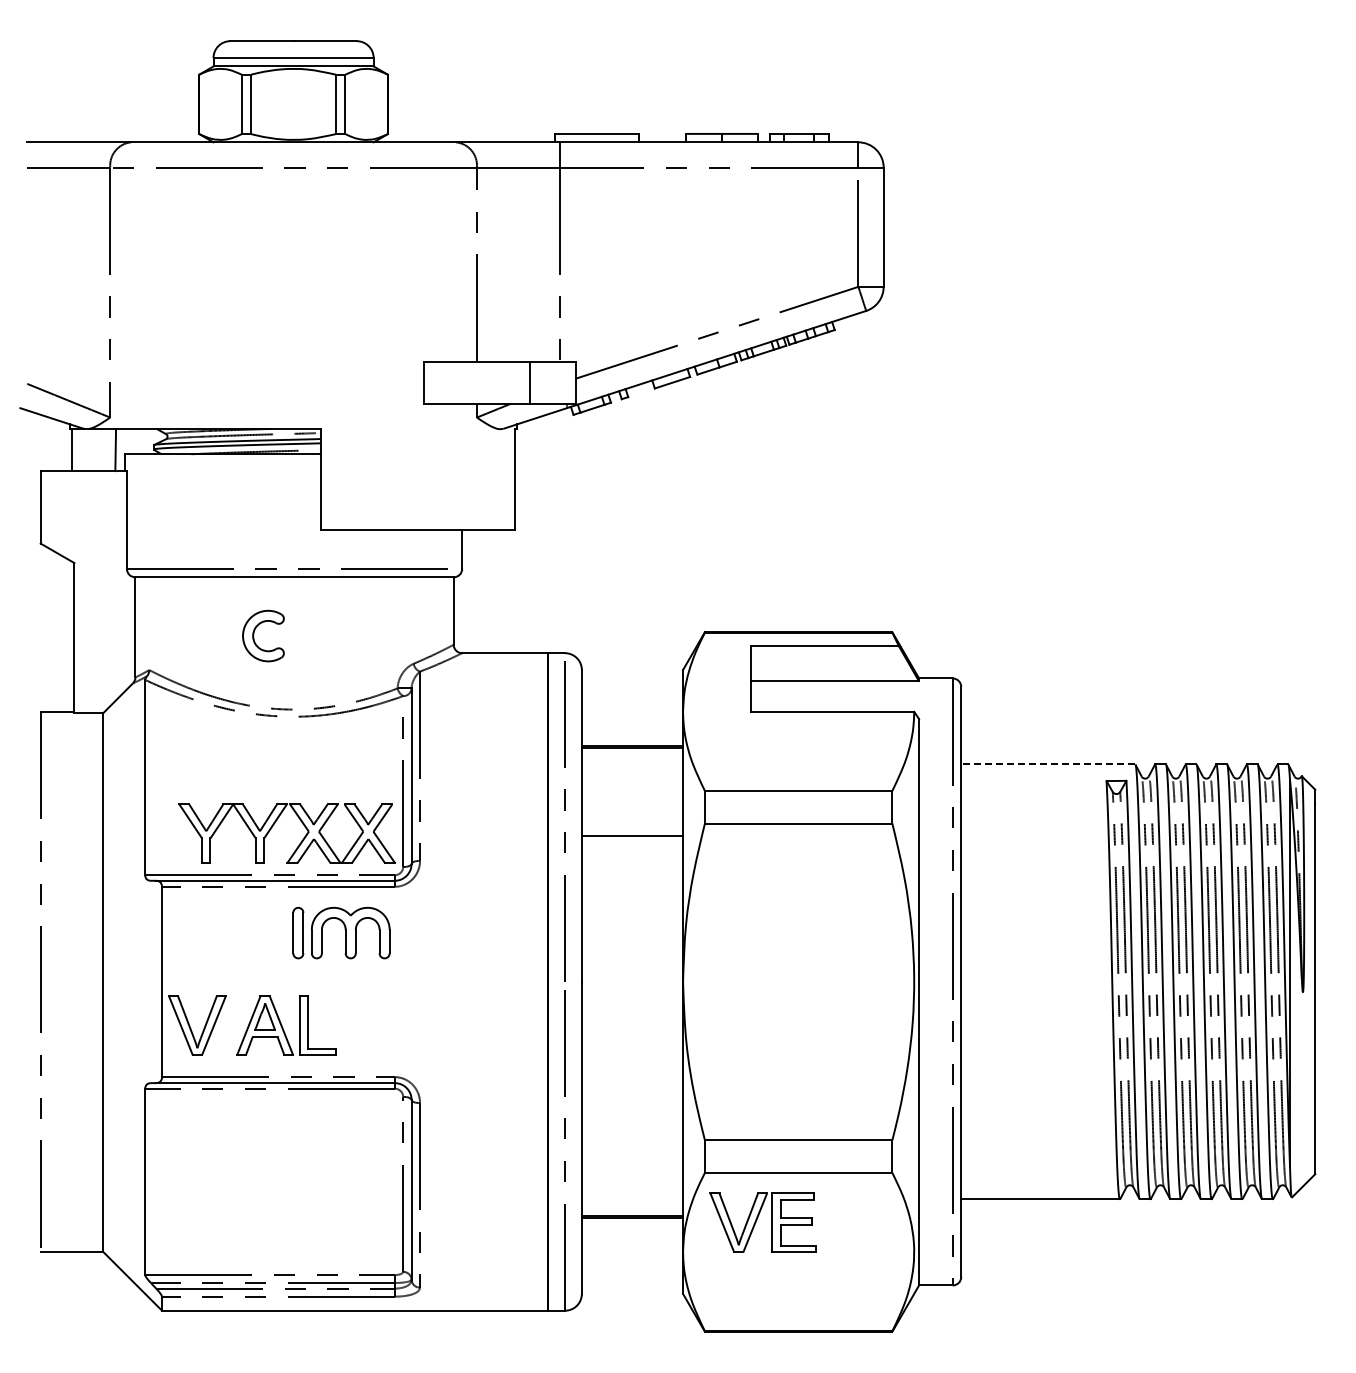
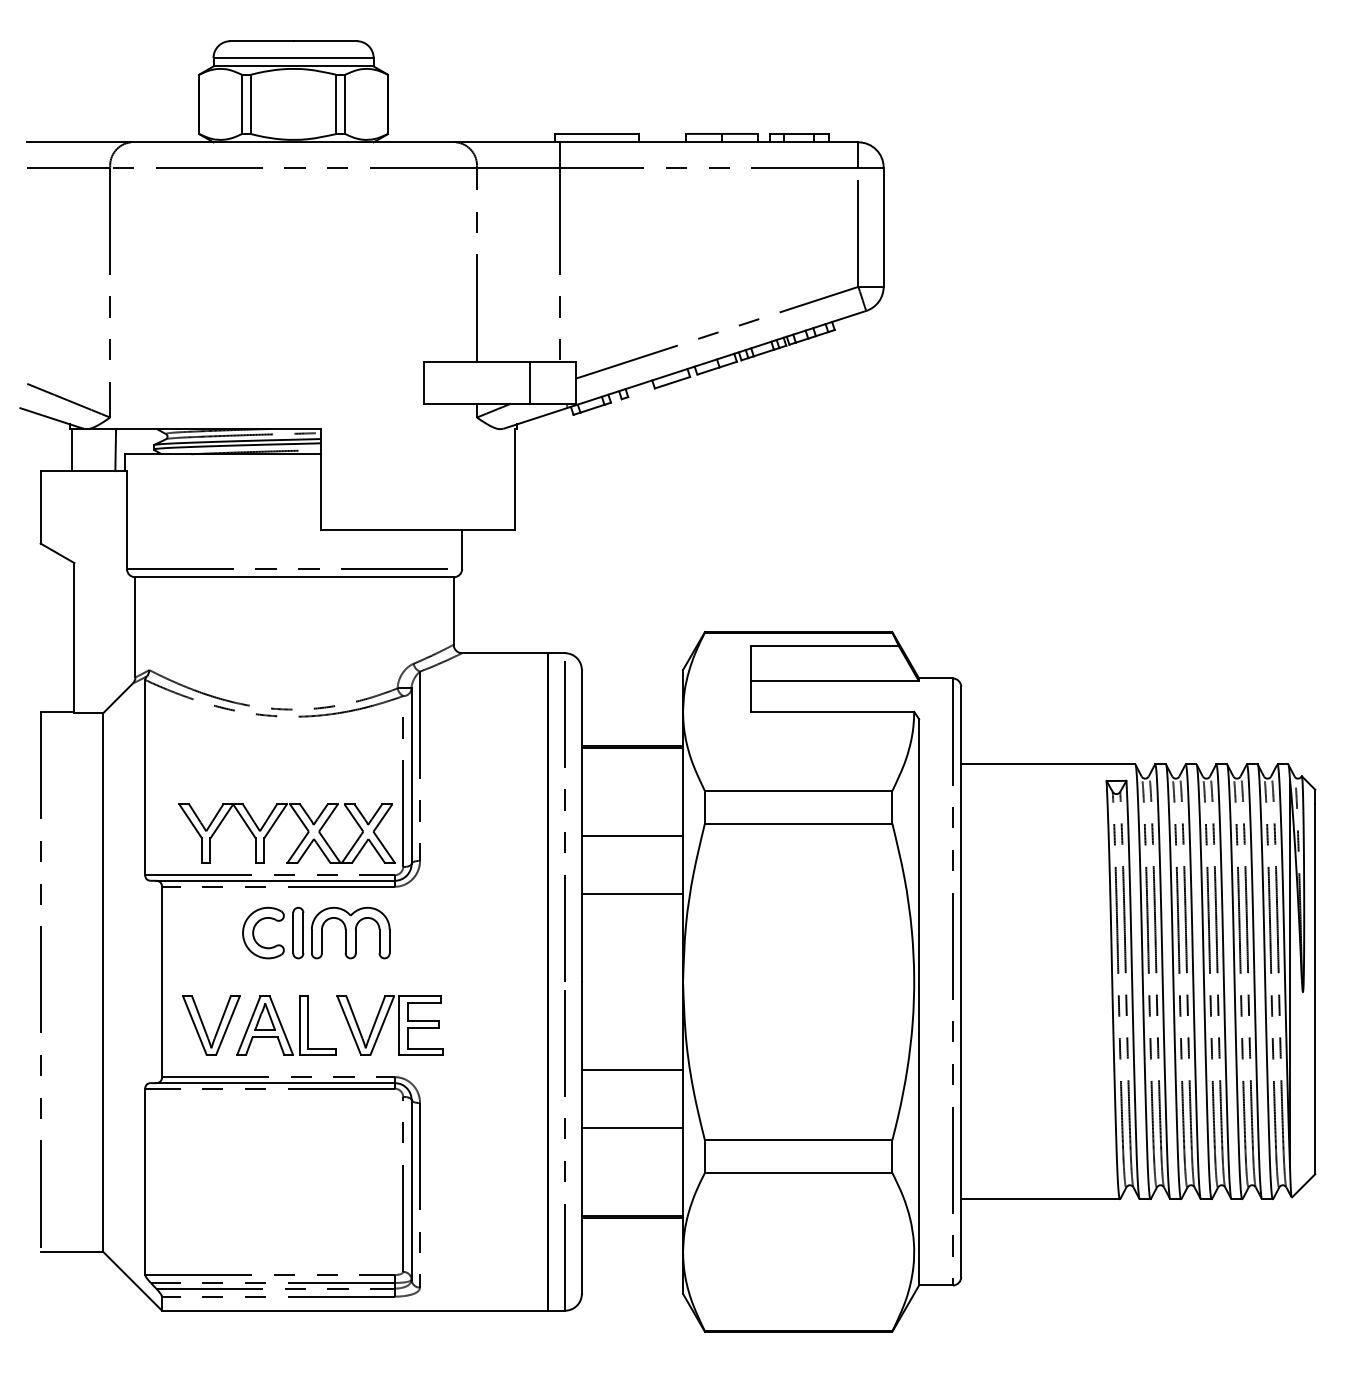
part at (254, 635) position: (254, 635) -> (254, 932)
line at (1047, 764): dashed -> solid
line at (632, 894): none -> present
part at (191, 1028) position: (191, 1028) -> (205, 1028)
line at (632, 1069): none -> present
line at (632, 1127): none -> present
part at (762, 1222) position: (762, 1222) -> (389, 1025)
